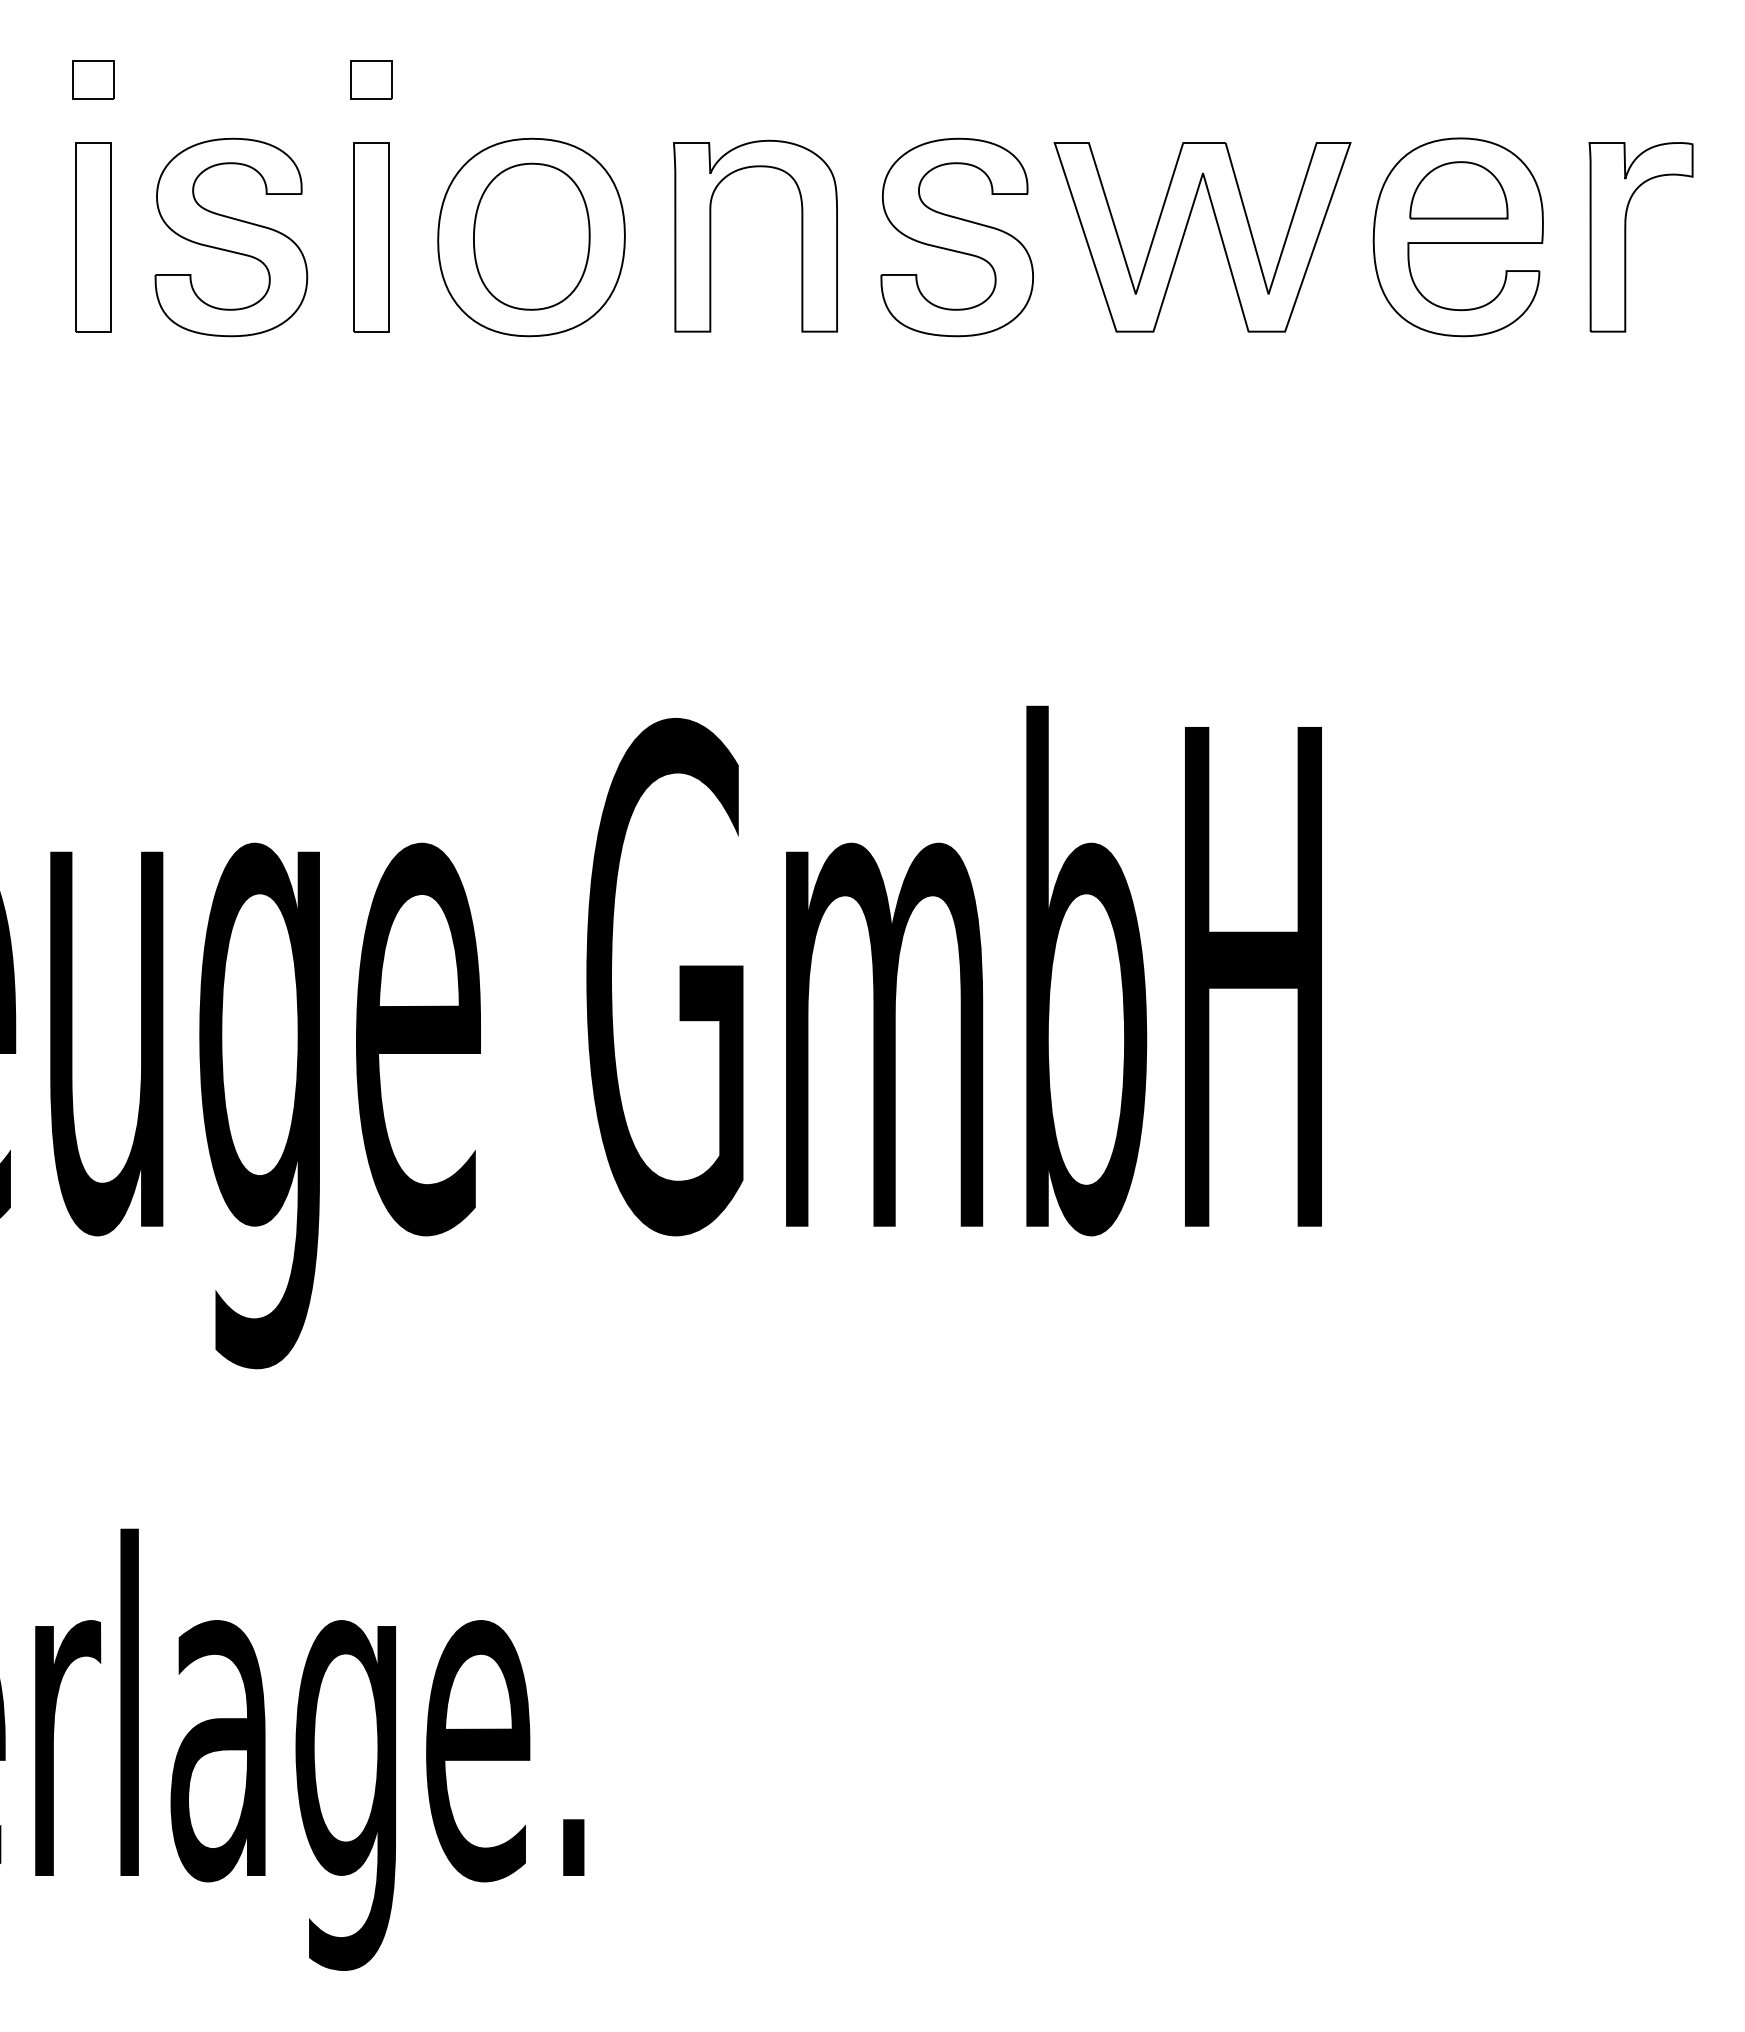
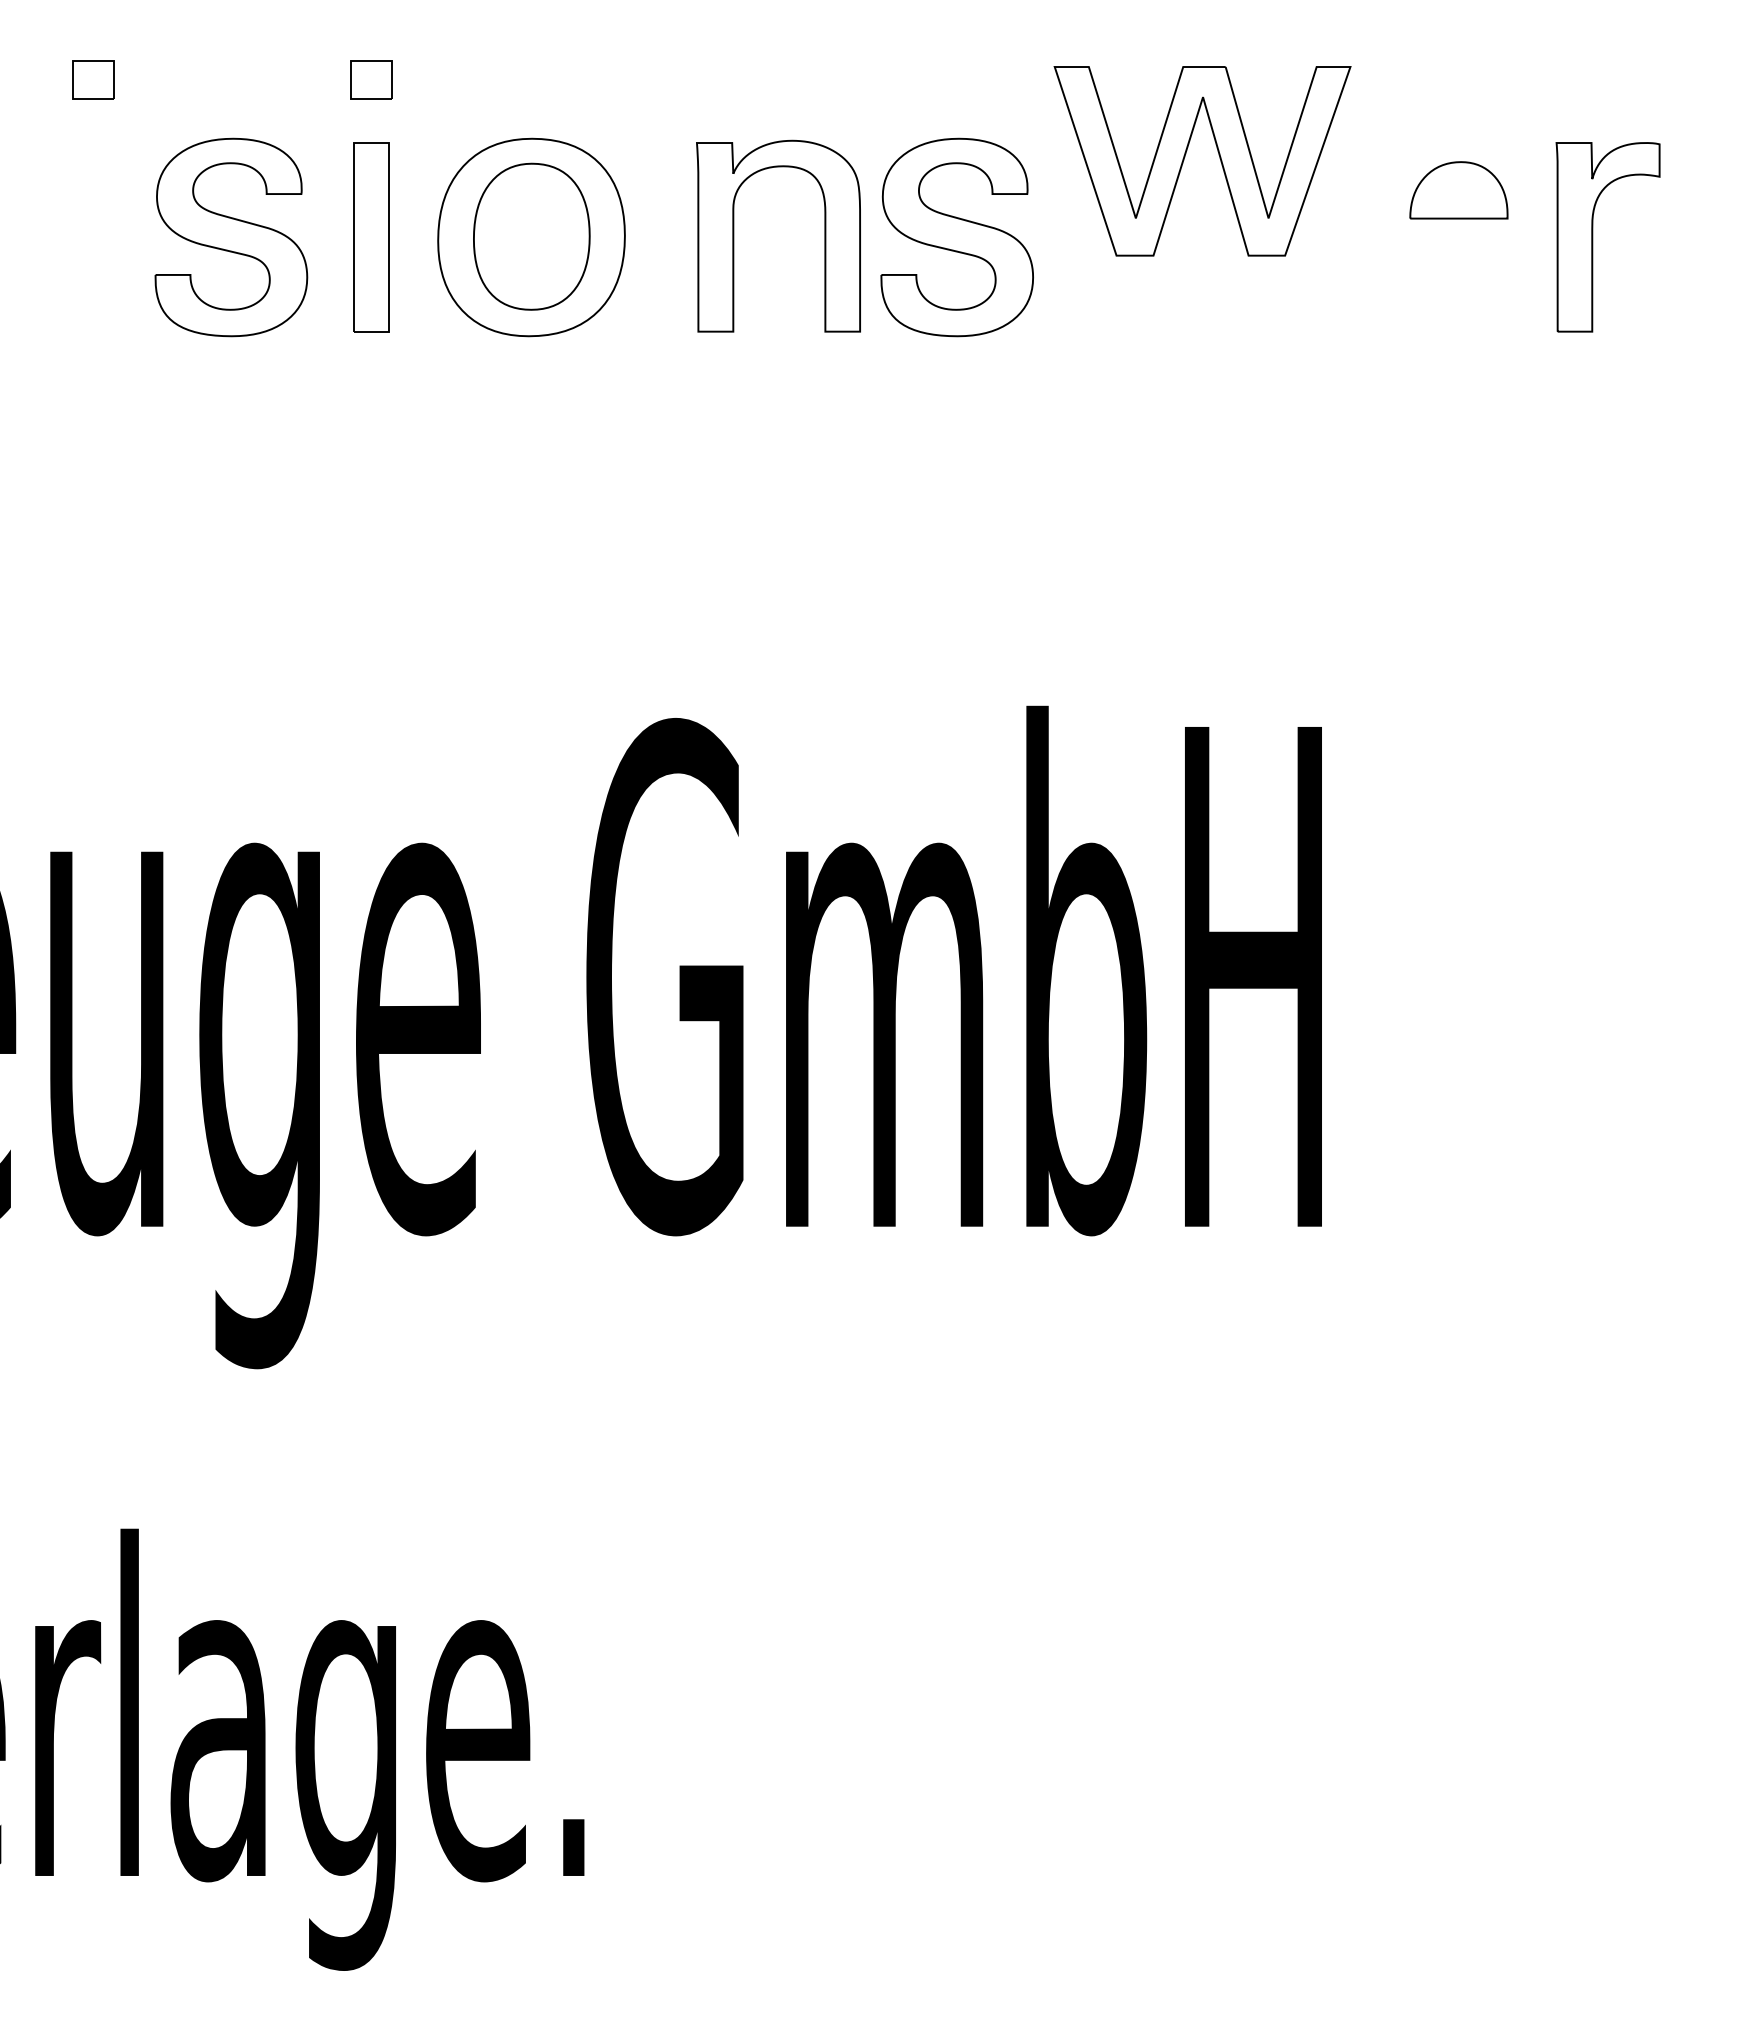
part at (1218, 231) position: (1218, 231) -> (1218, 155)
part at (711, 235) position: (711, 235) -> (734, 235)
part at (93, 237): present -> none
part at (1457, 237): present -> none
part at (1626, 237) position: (1626, 237) -> (1593, 237)
